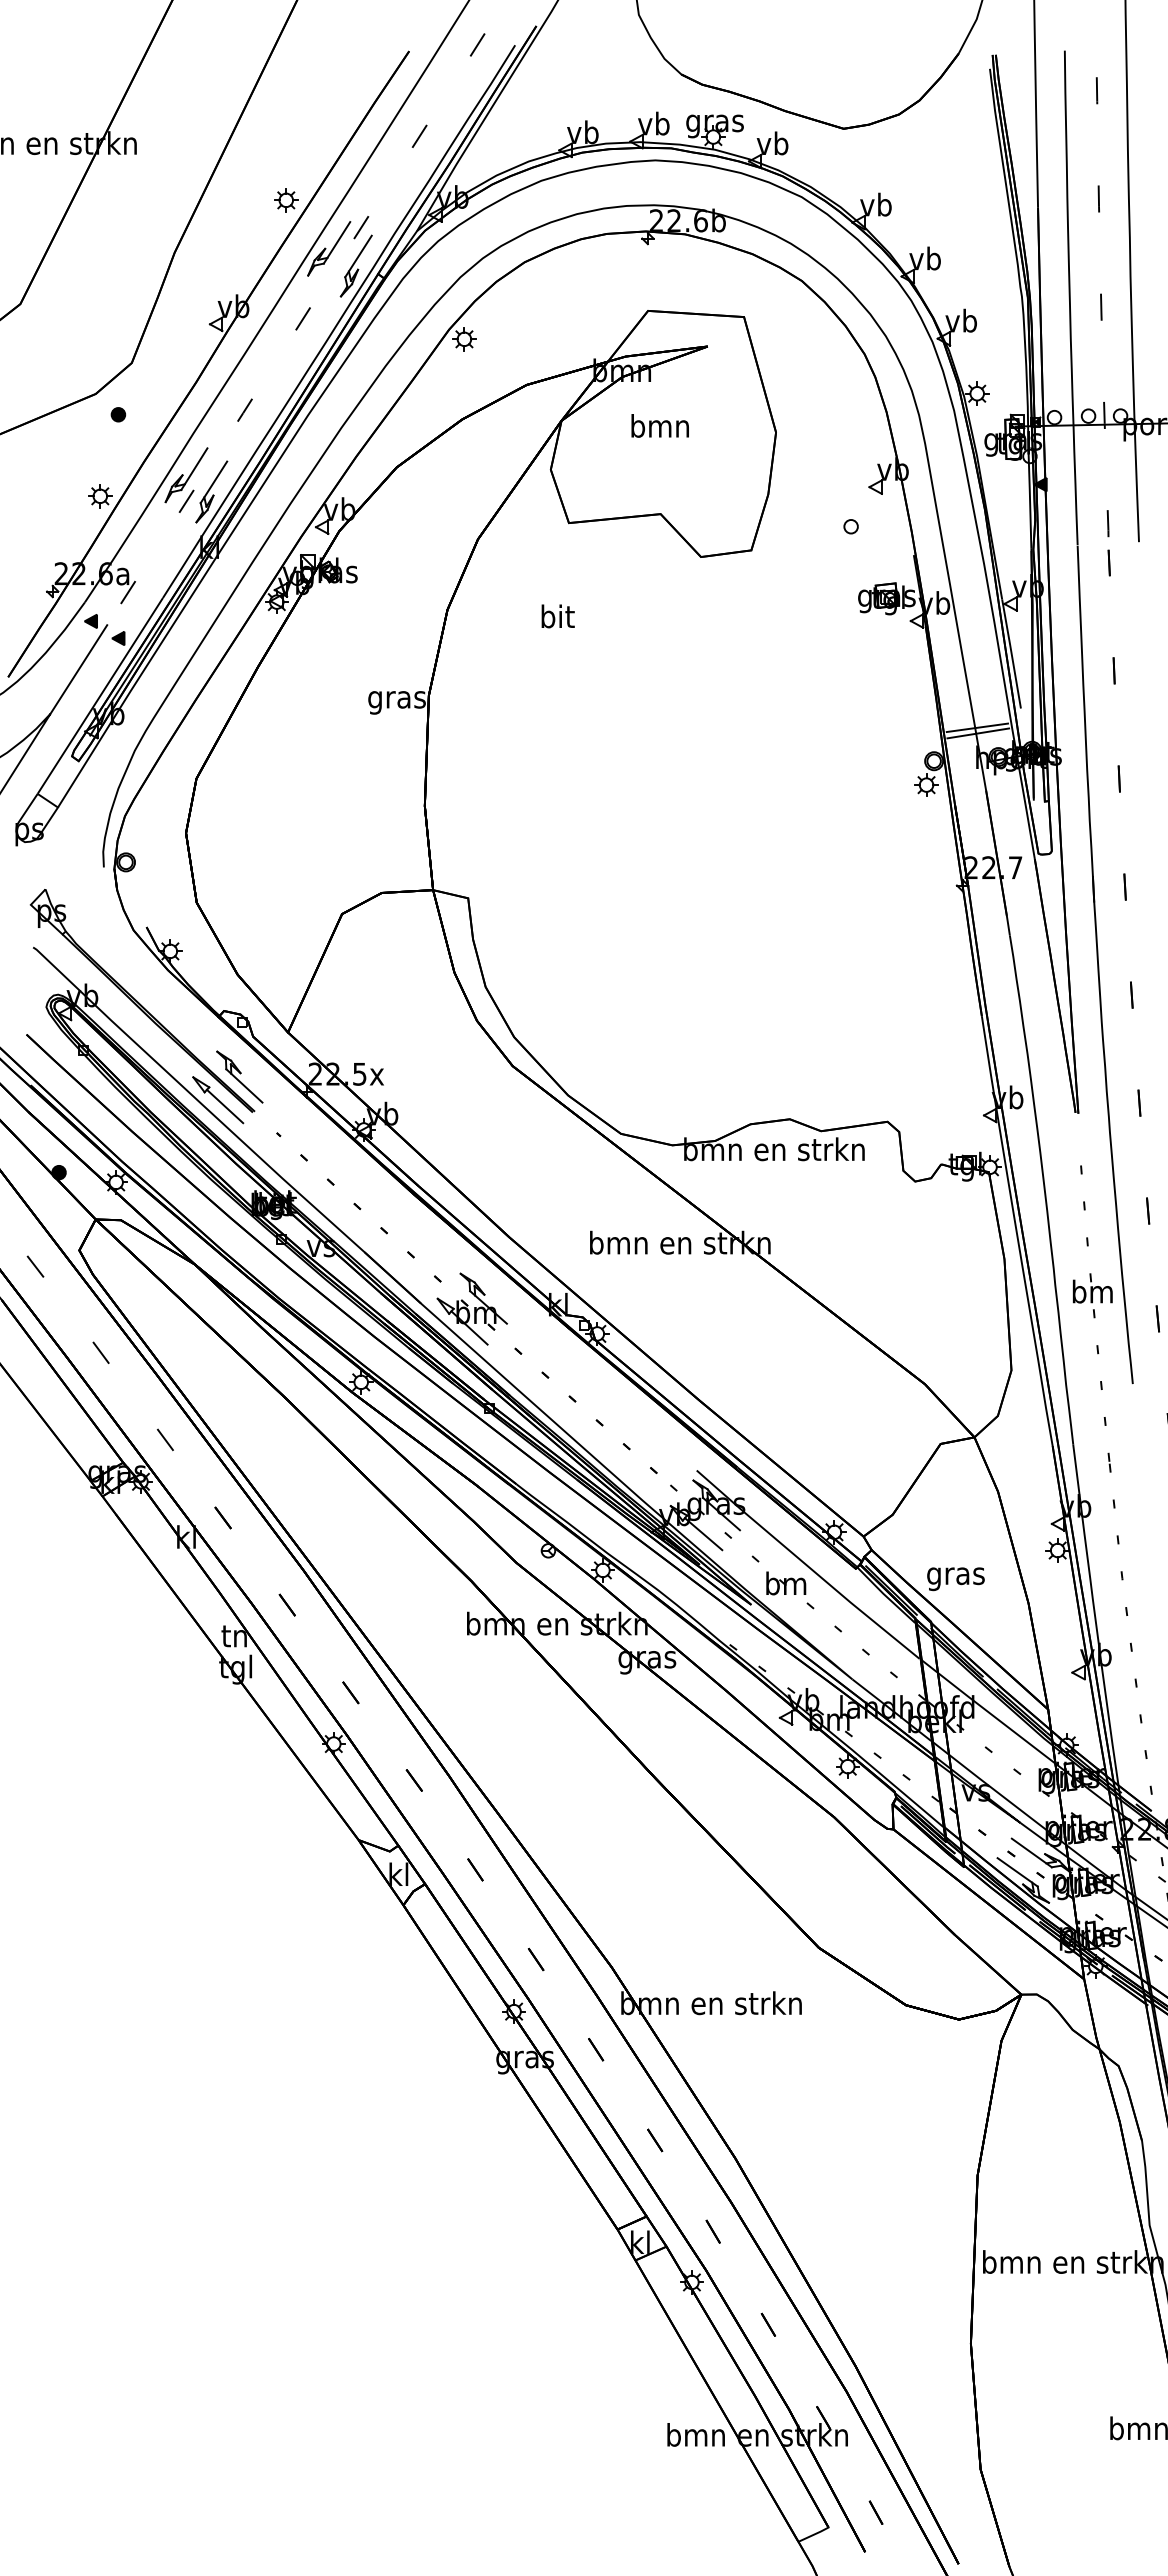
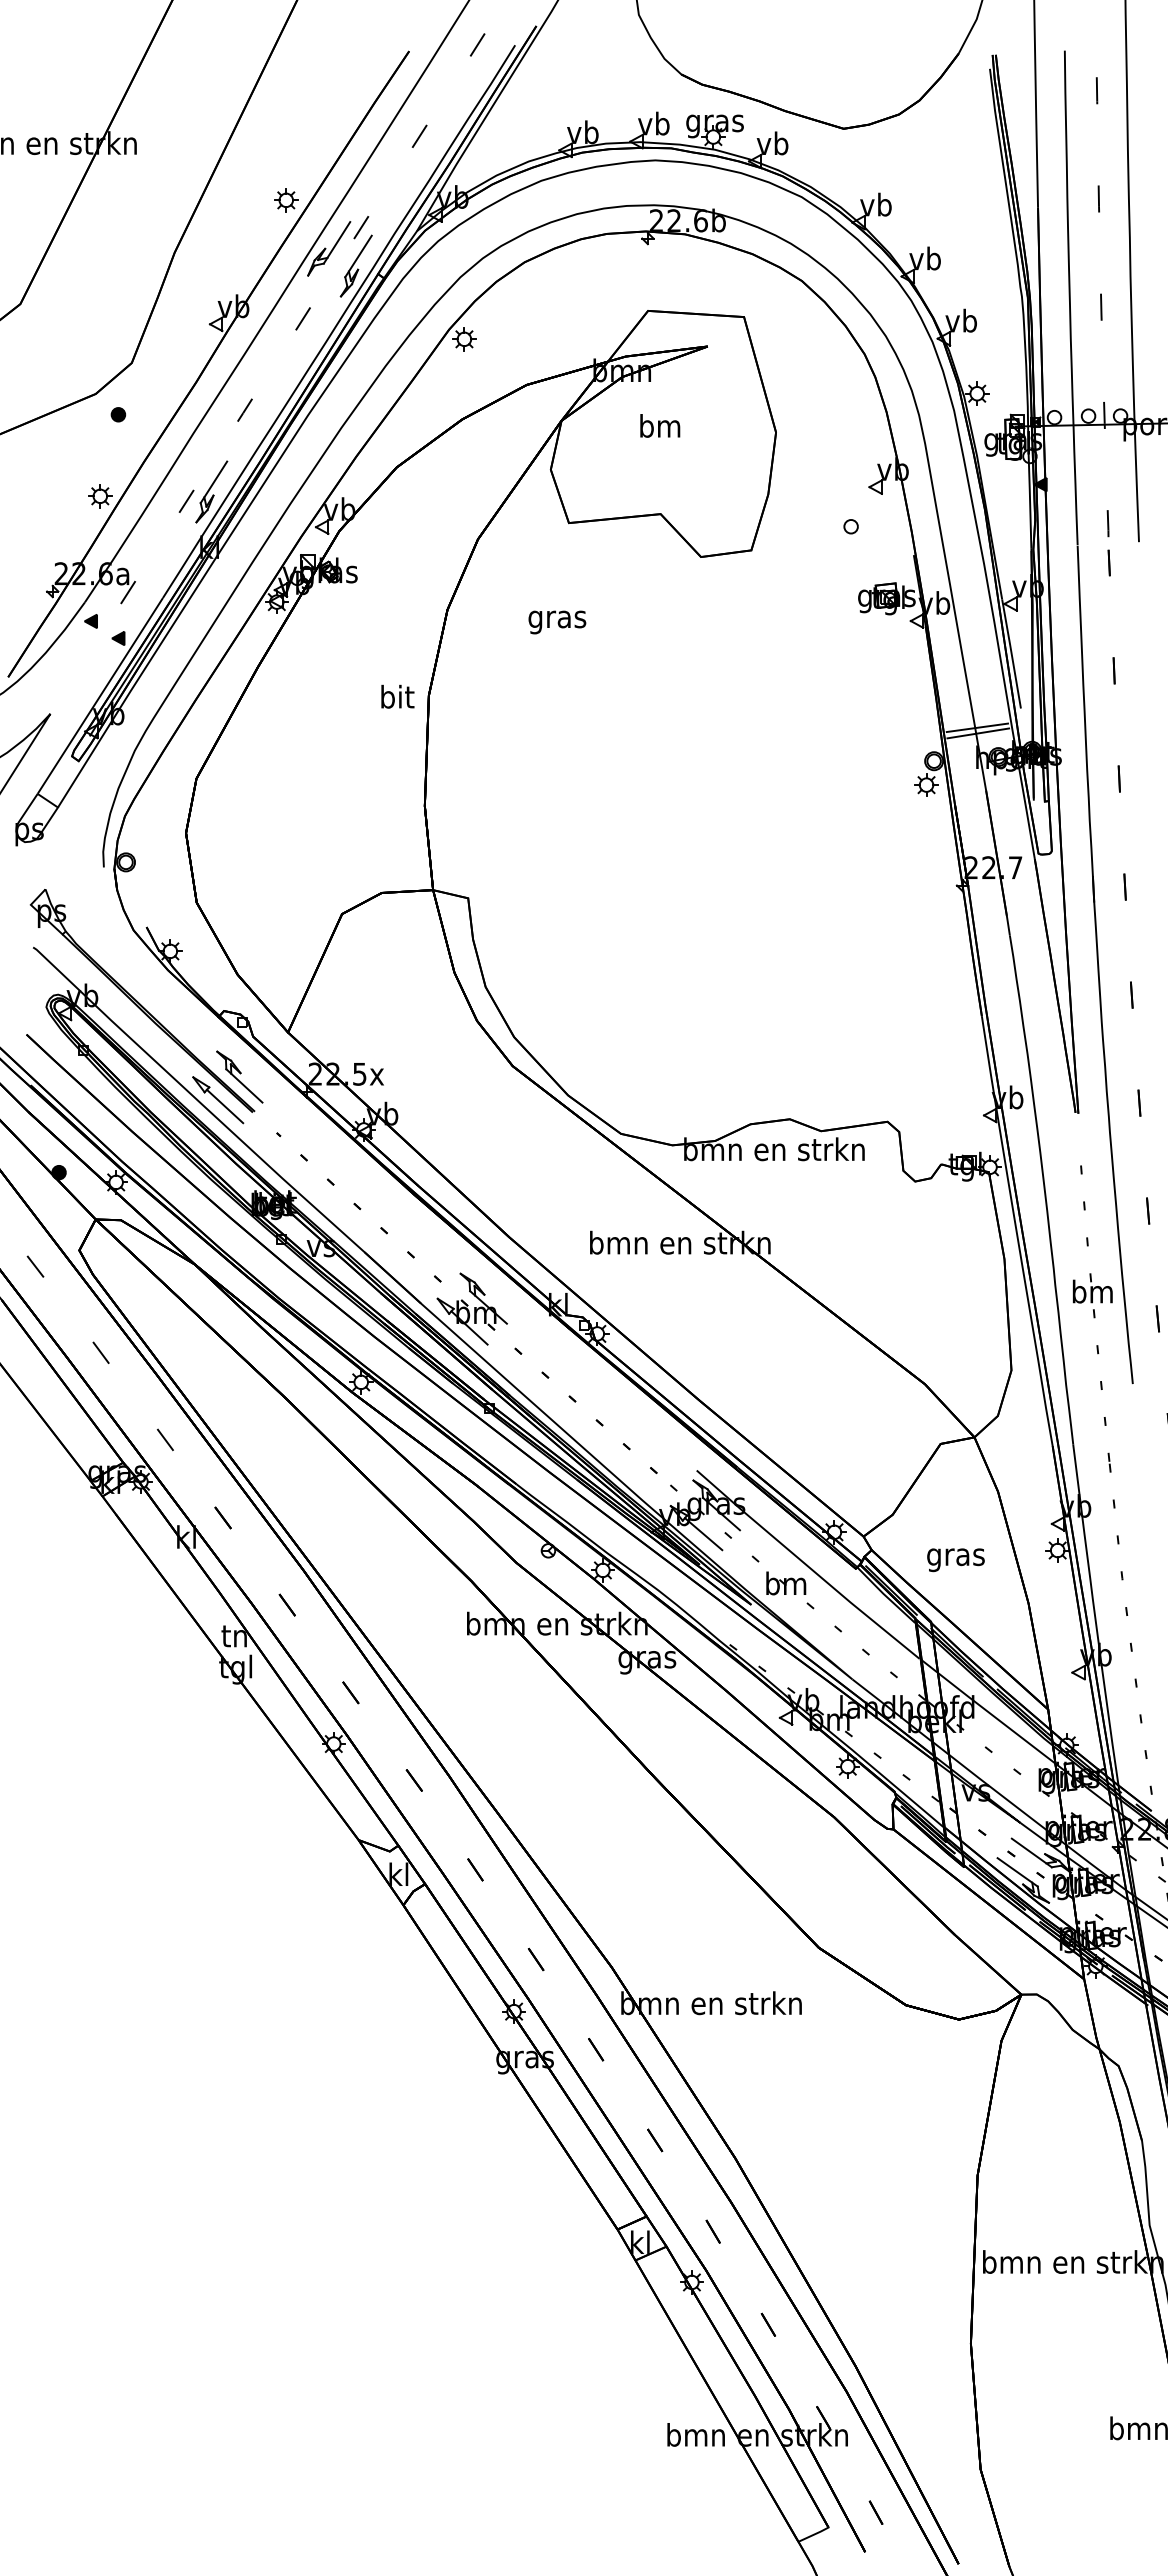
text at (659, 425): bmn -> bm
part at (186, 475): present -> none
text at (557, 619): bit -> gras
line at (78, 669): present -> none
text at (396, 699): gras -> bit
text at (955, 1579) position: (955, 1579) -> (955, 1560)
